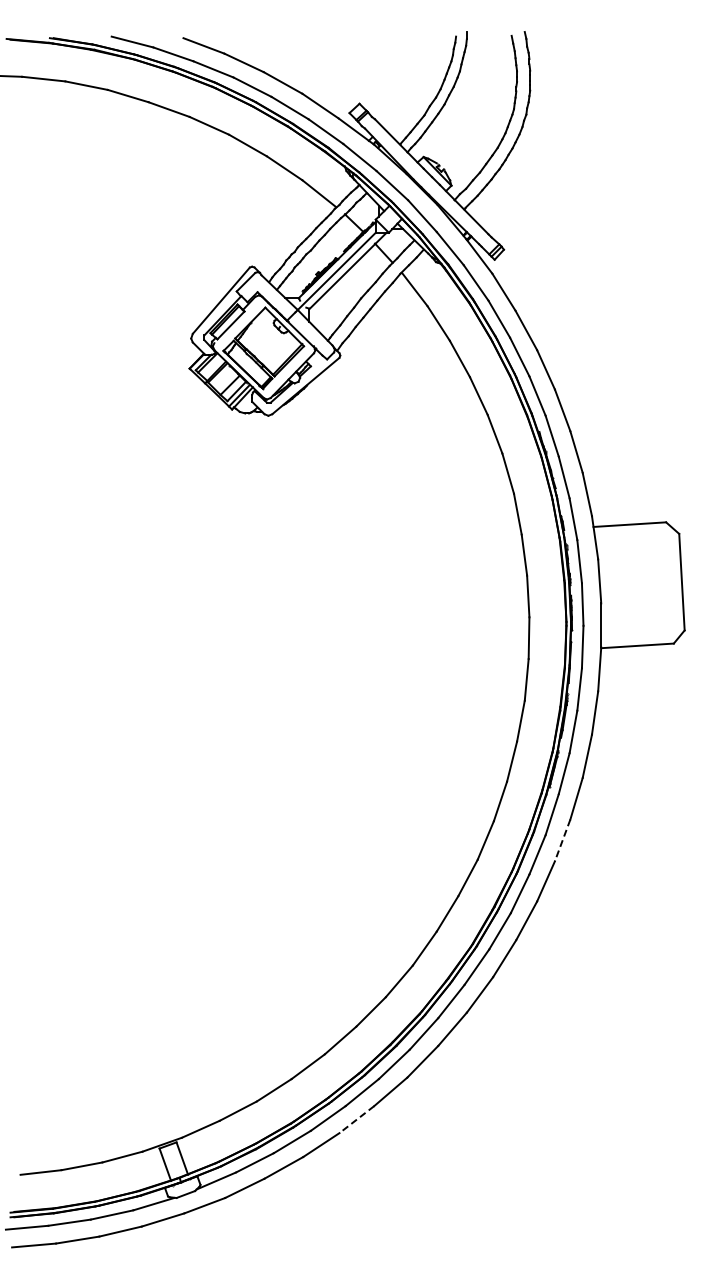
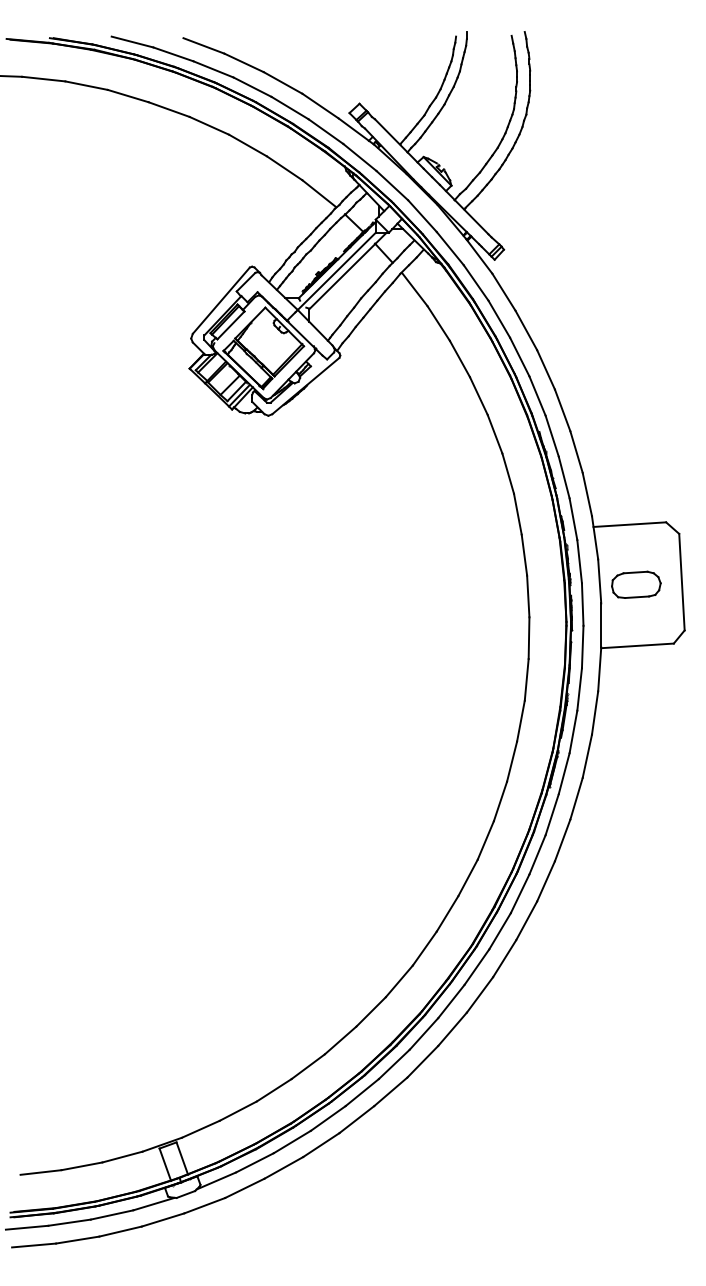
part at (636, 584): none -> present
line at (562, 840): dashed -> solid
line at (356, 1119): dashed -> solid
